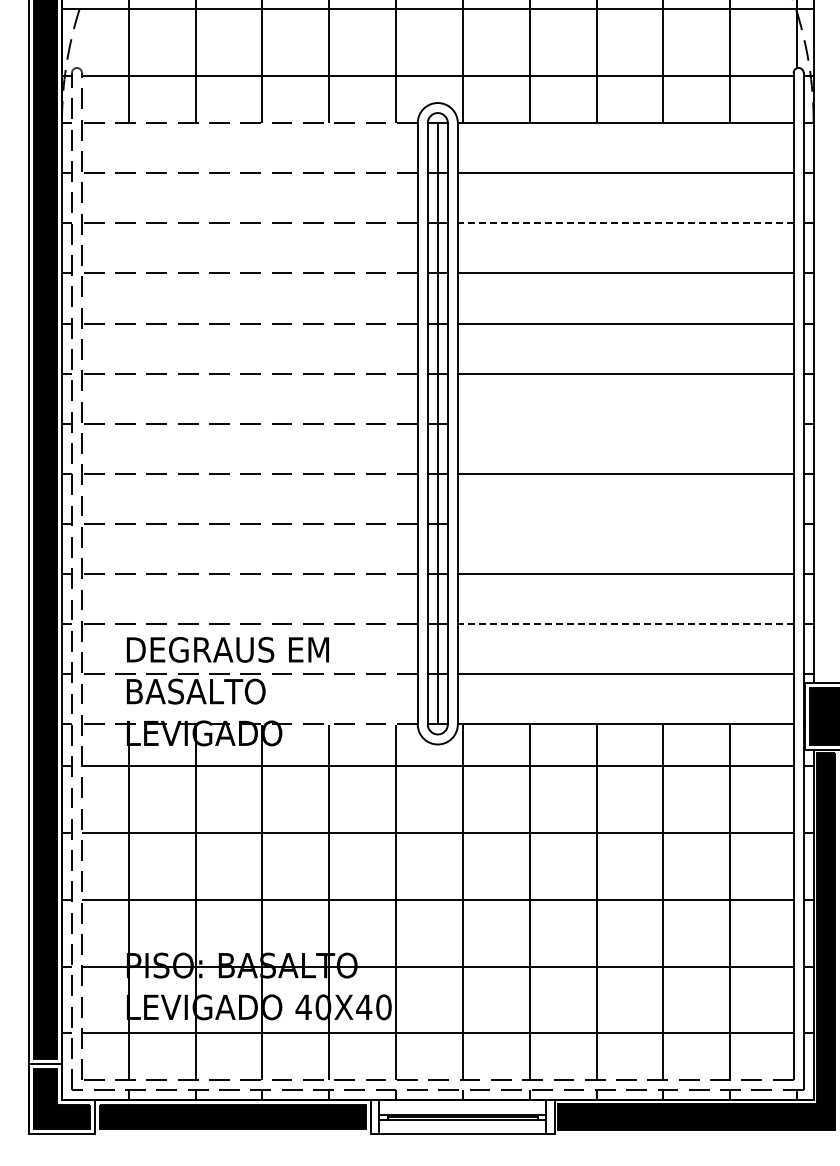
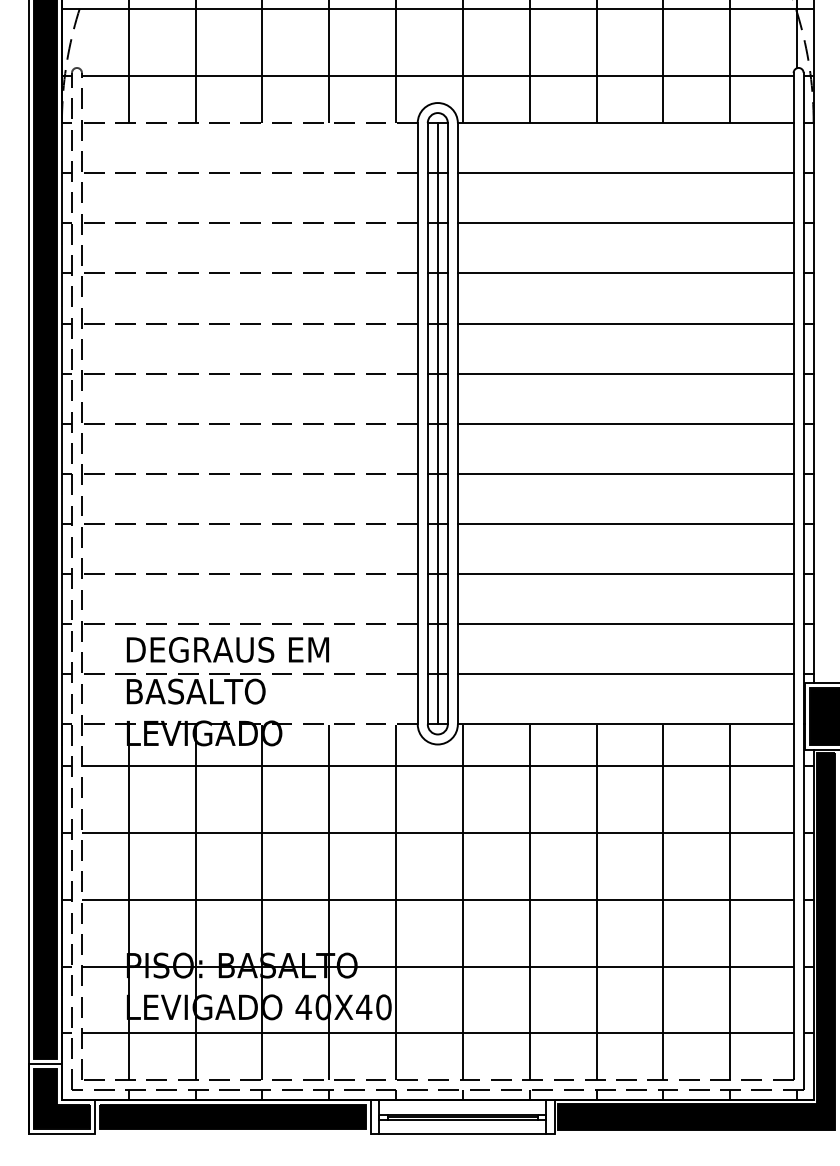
line at (625, 223): dashed -> solid
line at (625, 423): none -> present
line at (625, 523): none -> present
line at (625, 624): dashed -> solid
